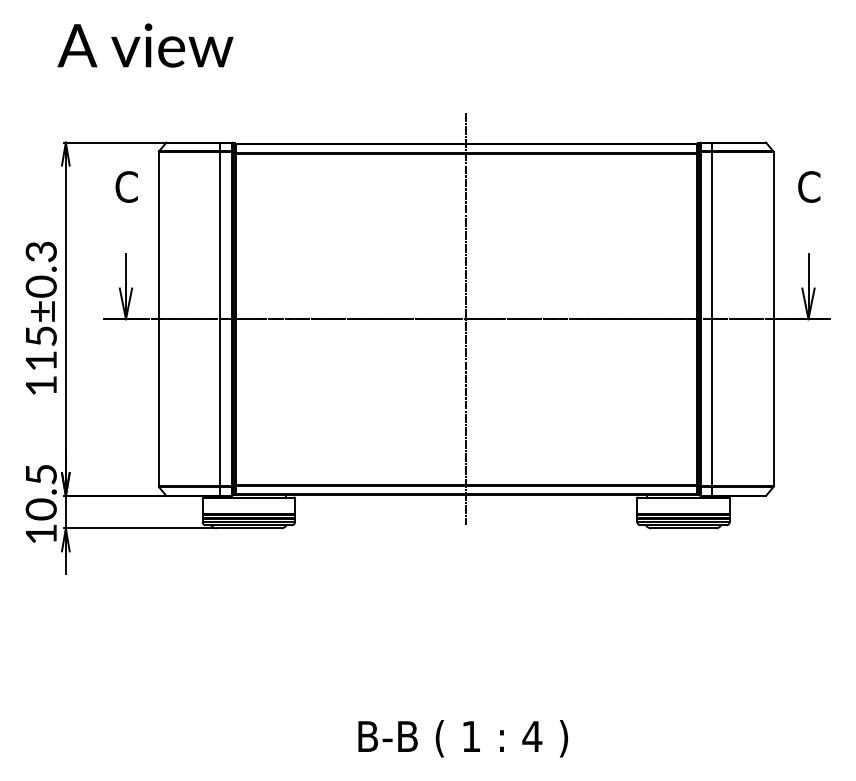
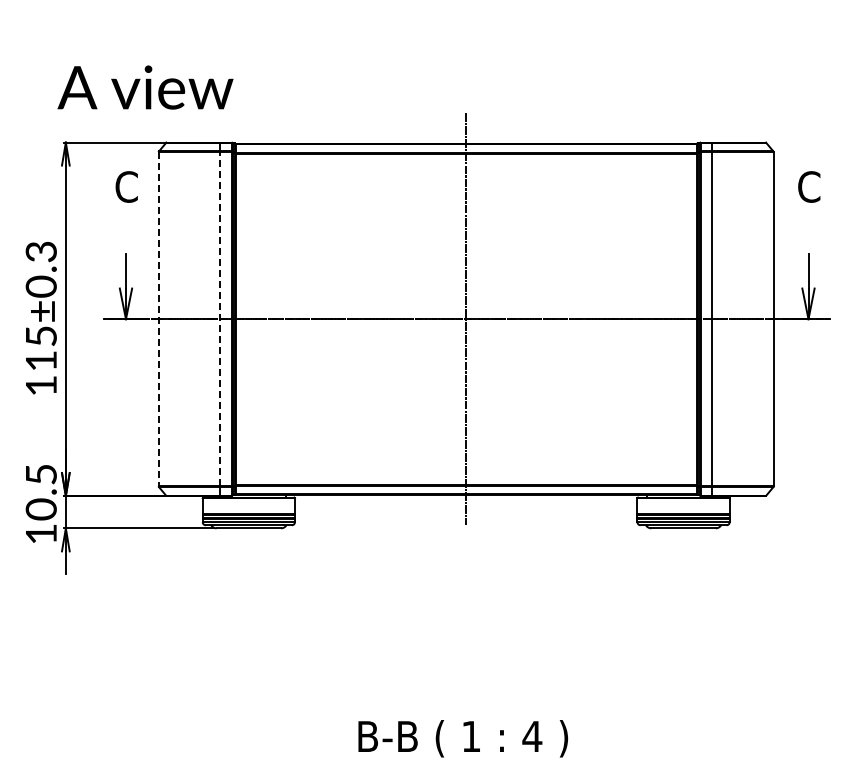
text at (145, 45) position: (145, 45) -> (145, 87)
line at (220, 318): solid -> dashed
line at (158, 319): solid -> dashed
